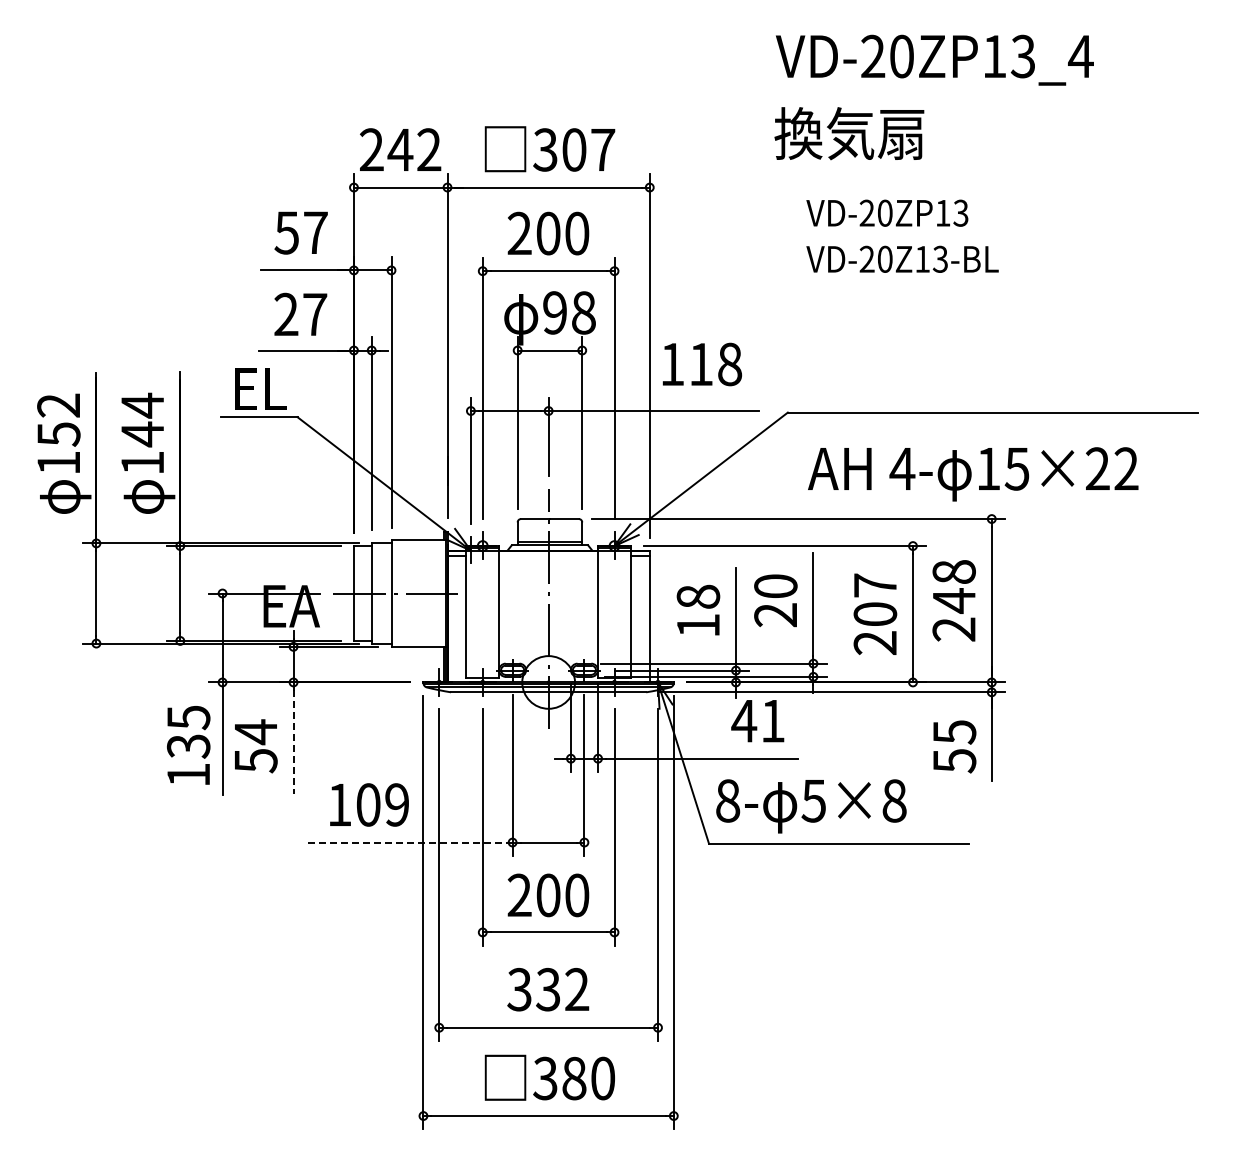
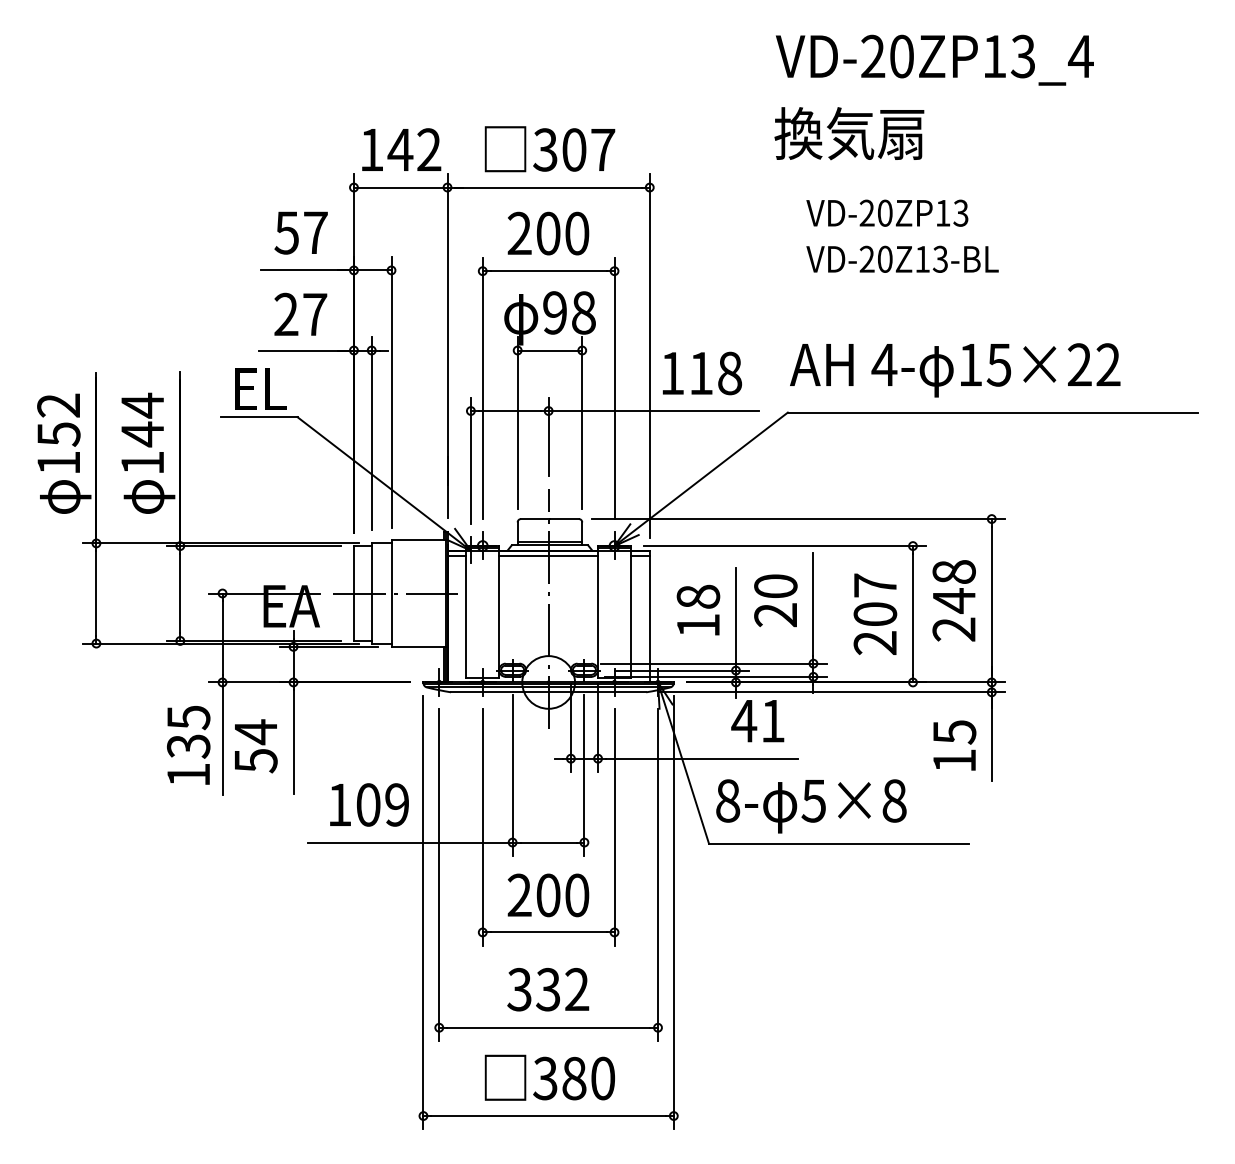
text at (371, 149): 242 -> 142
text at (702, 364) position: (702, 364) -> (702, 373)
text at (973, 474) position: (973, 474) -> (955, 370)
line at (548, 555): none -> present
line at (293, 742): dashed -> solid
text at (954, 761): 55 -> 15
line at (409, 842): dashed -> solid
